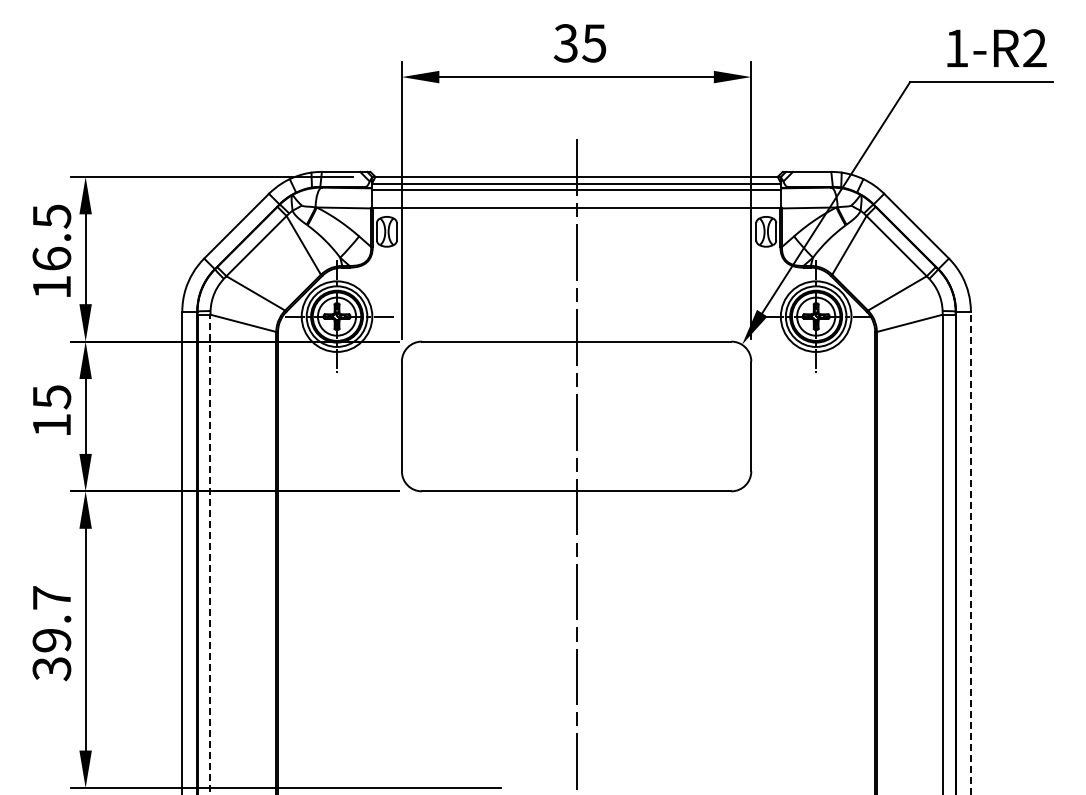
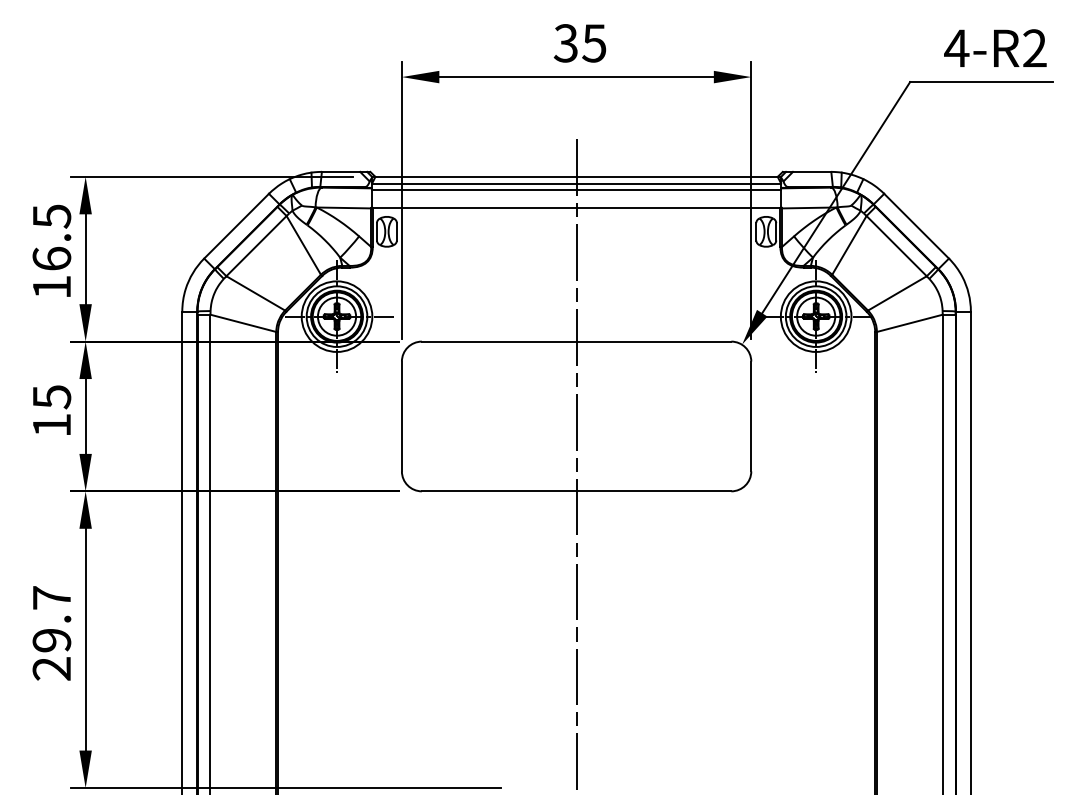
text at (956, 47): 1-R2 -> 4-R2
line at (970, 552): dashed -> solid
line at (210, 554): dashed -> solid
text at (51, 669): 39.7 -> 29.7
